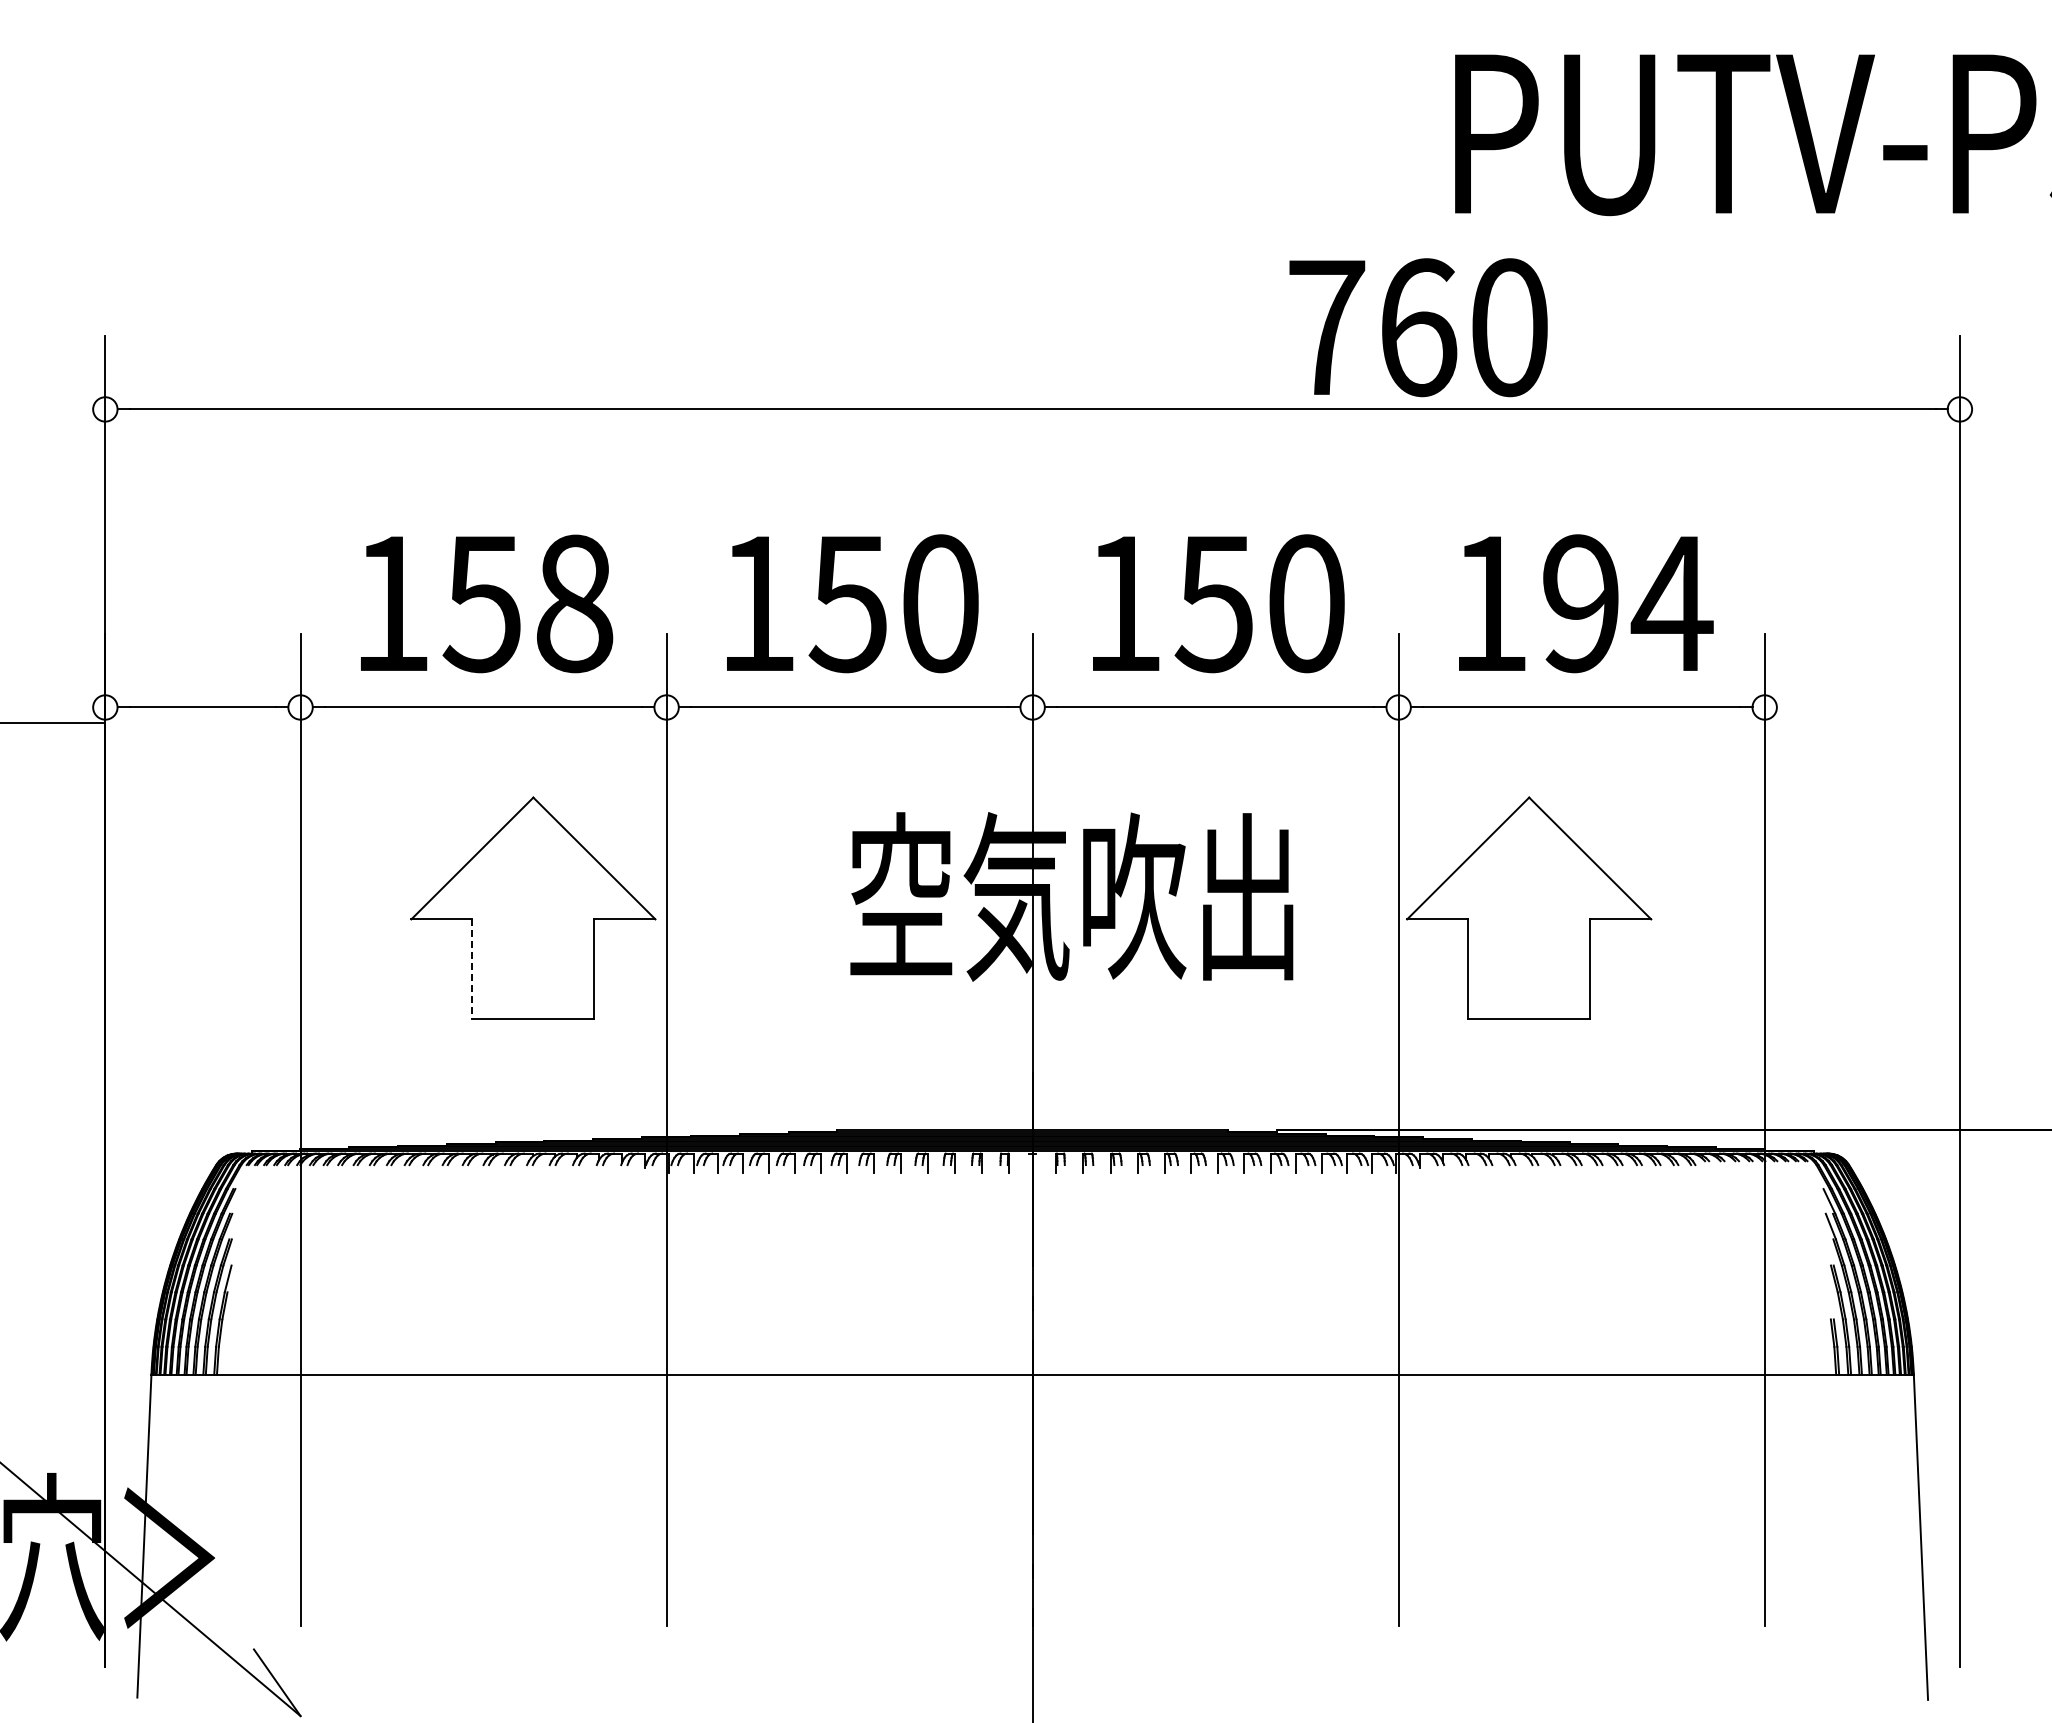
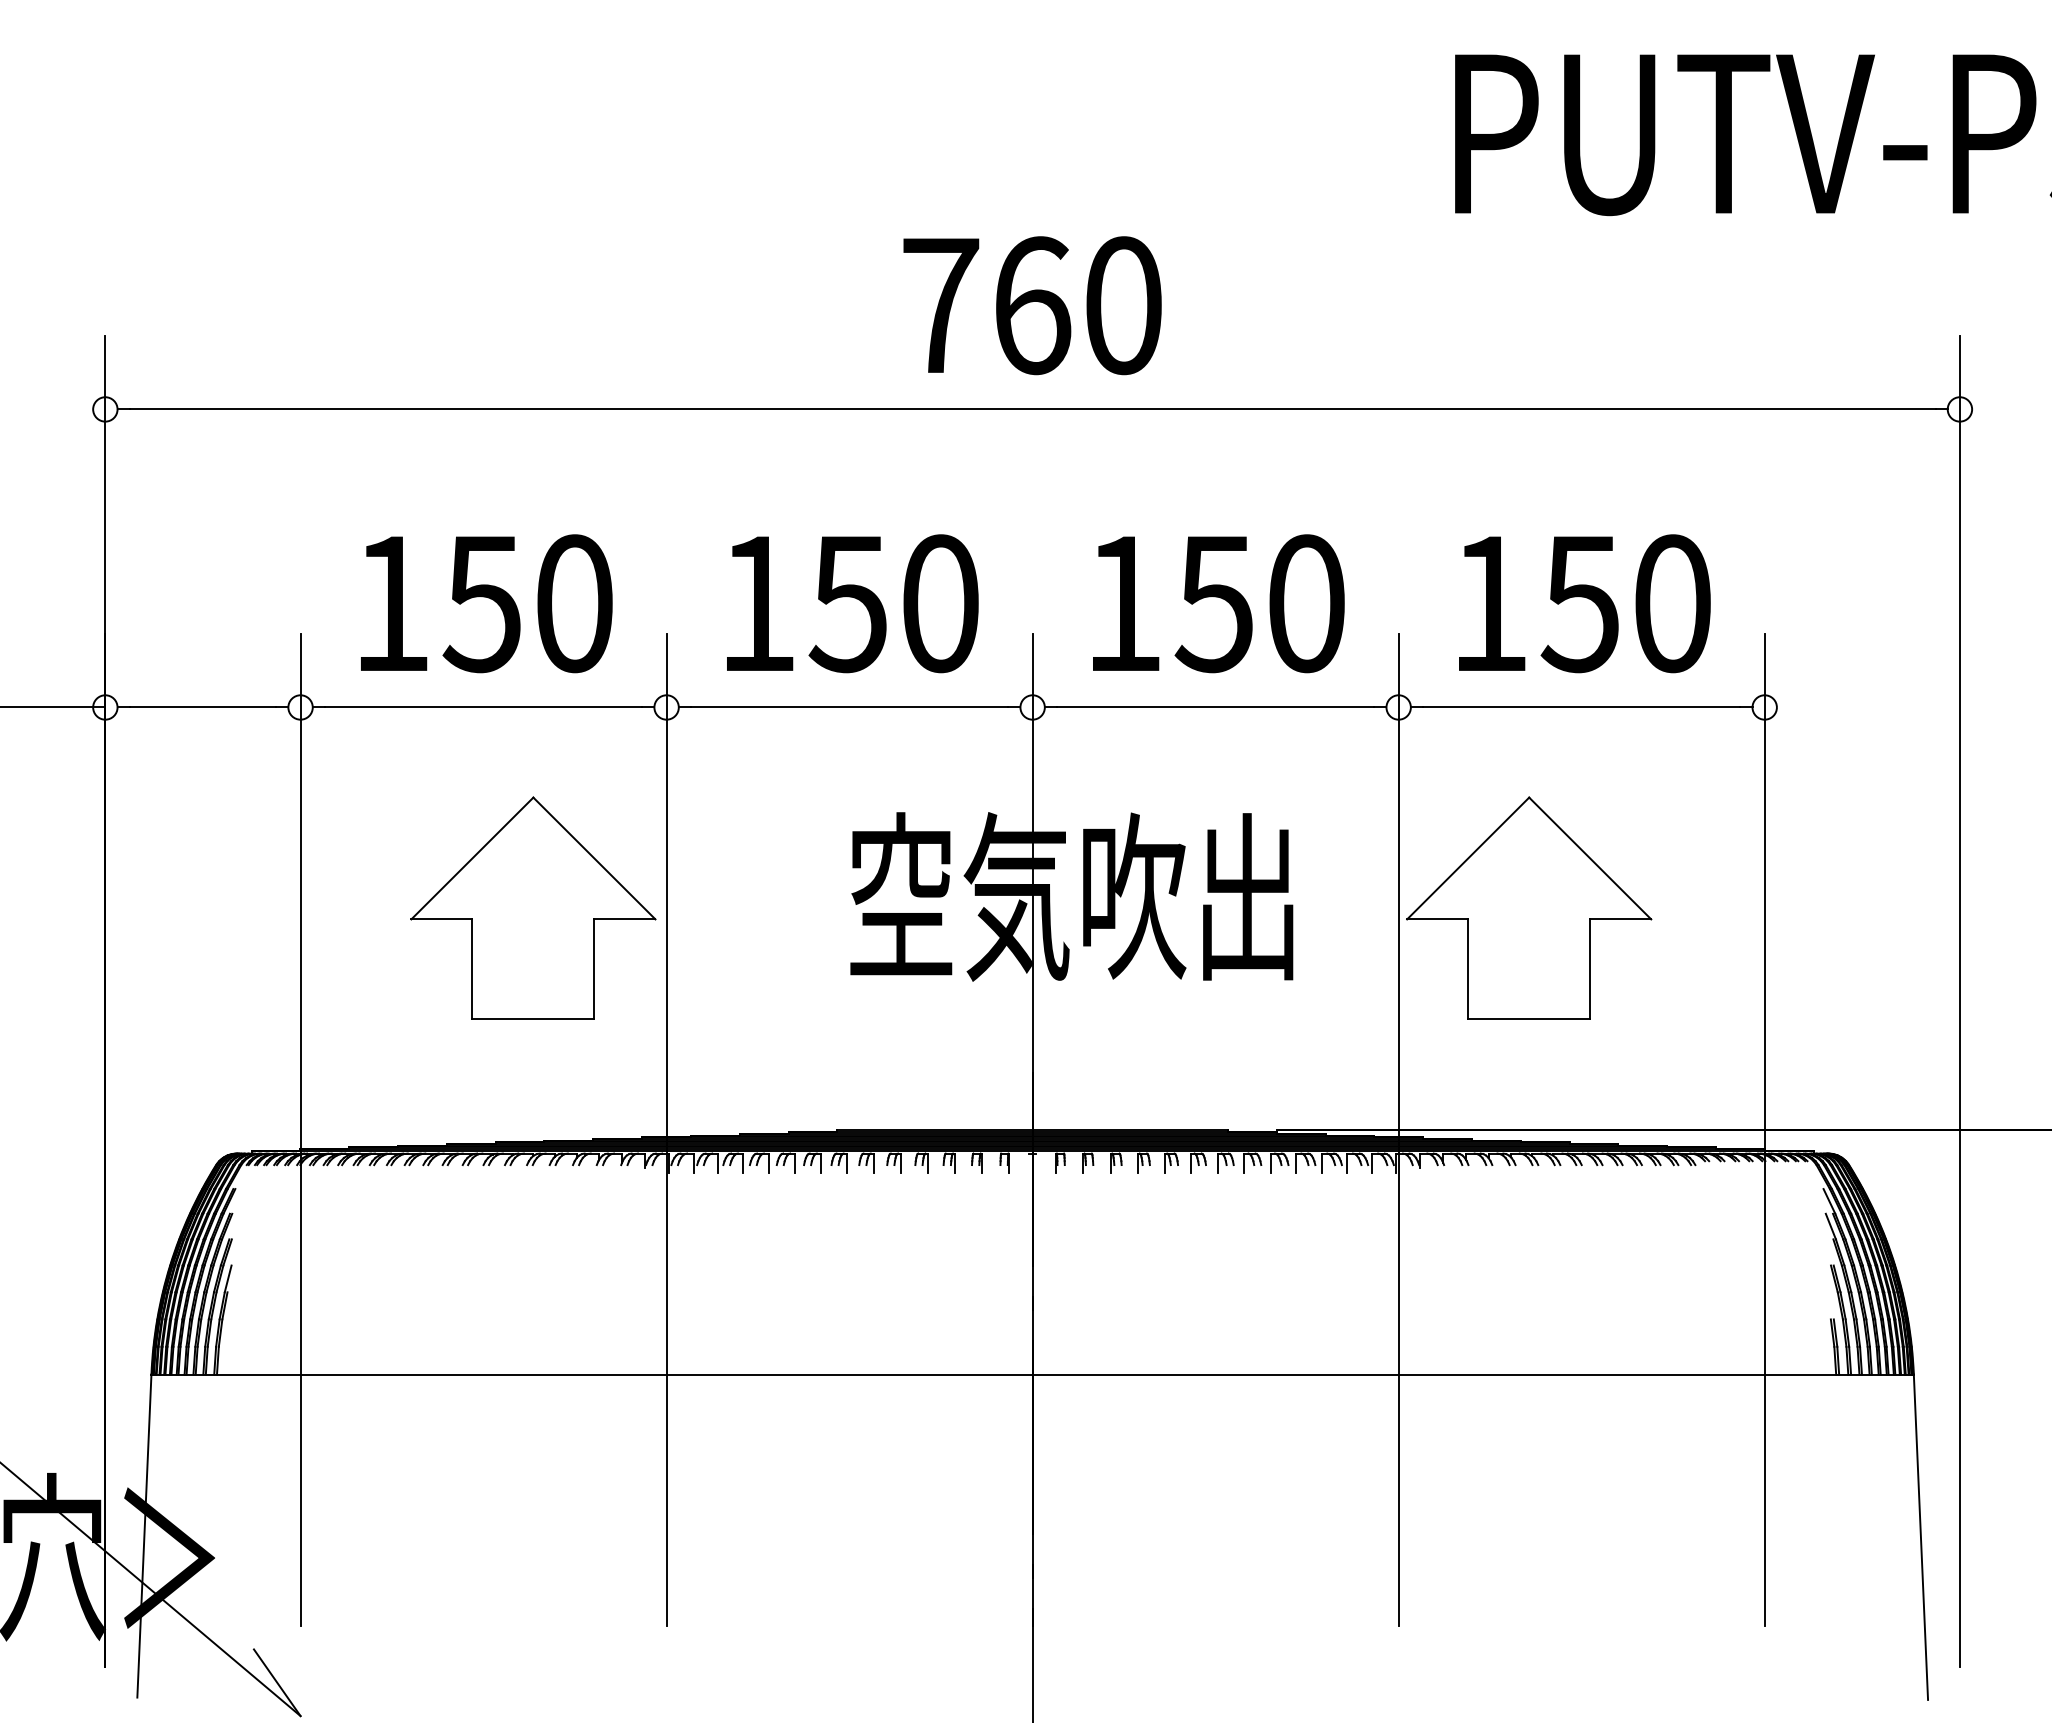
text at (1418, 327) position: (1418, 327) -> (1032, 305)
text at (575, 603): 158 -> 150
text at (1626, 603): 194 -> 150
line at (53, 723) position: (53, 723) -> (53, 707)
line at (472, 969): dashed -> solid
